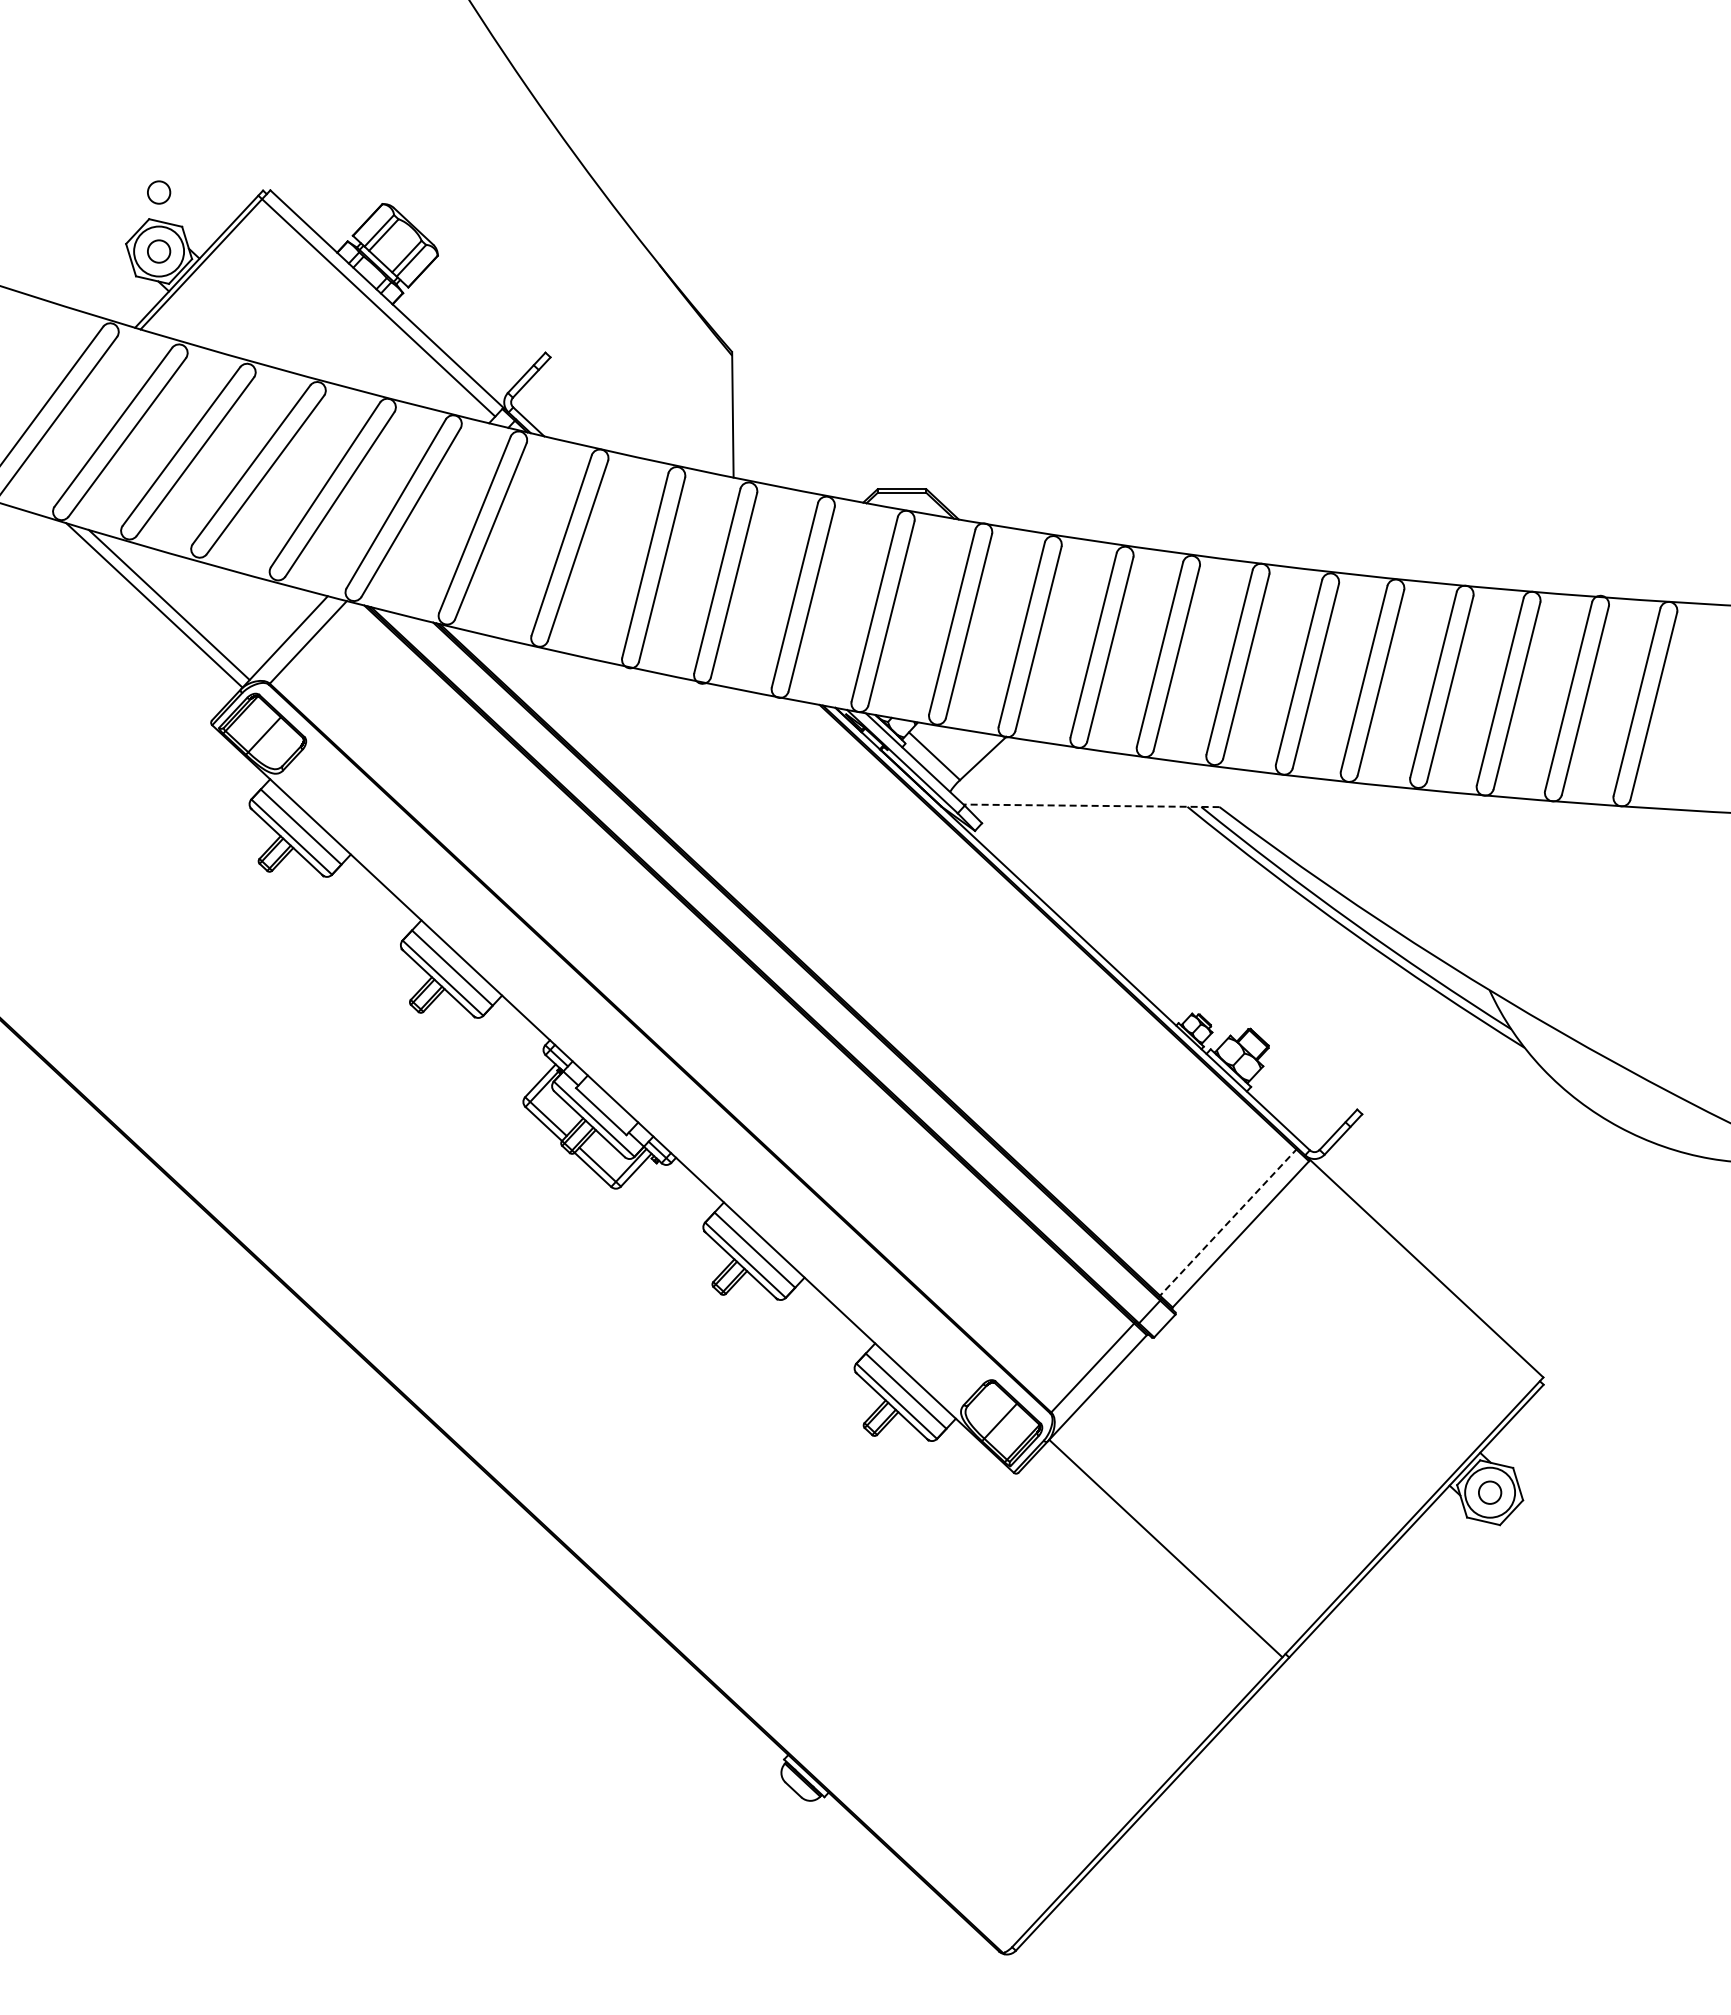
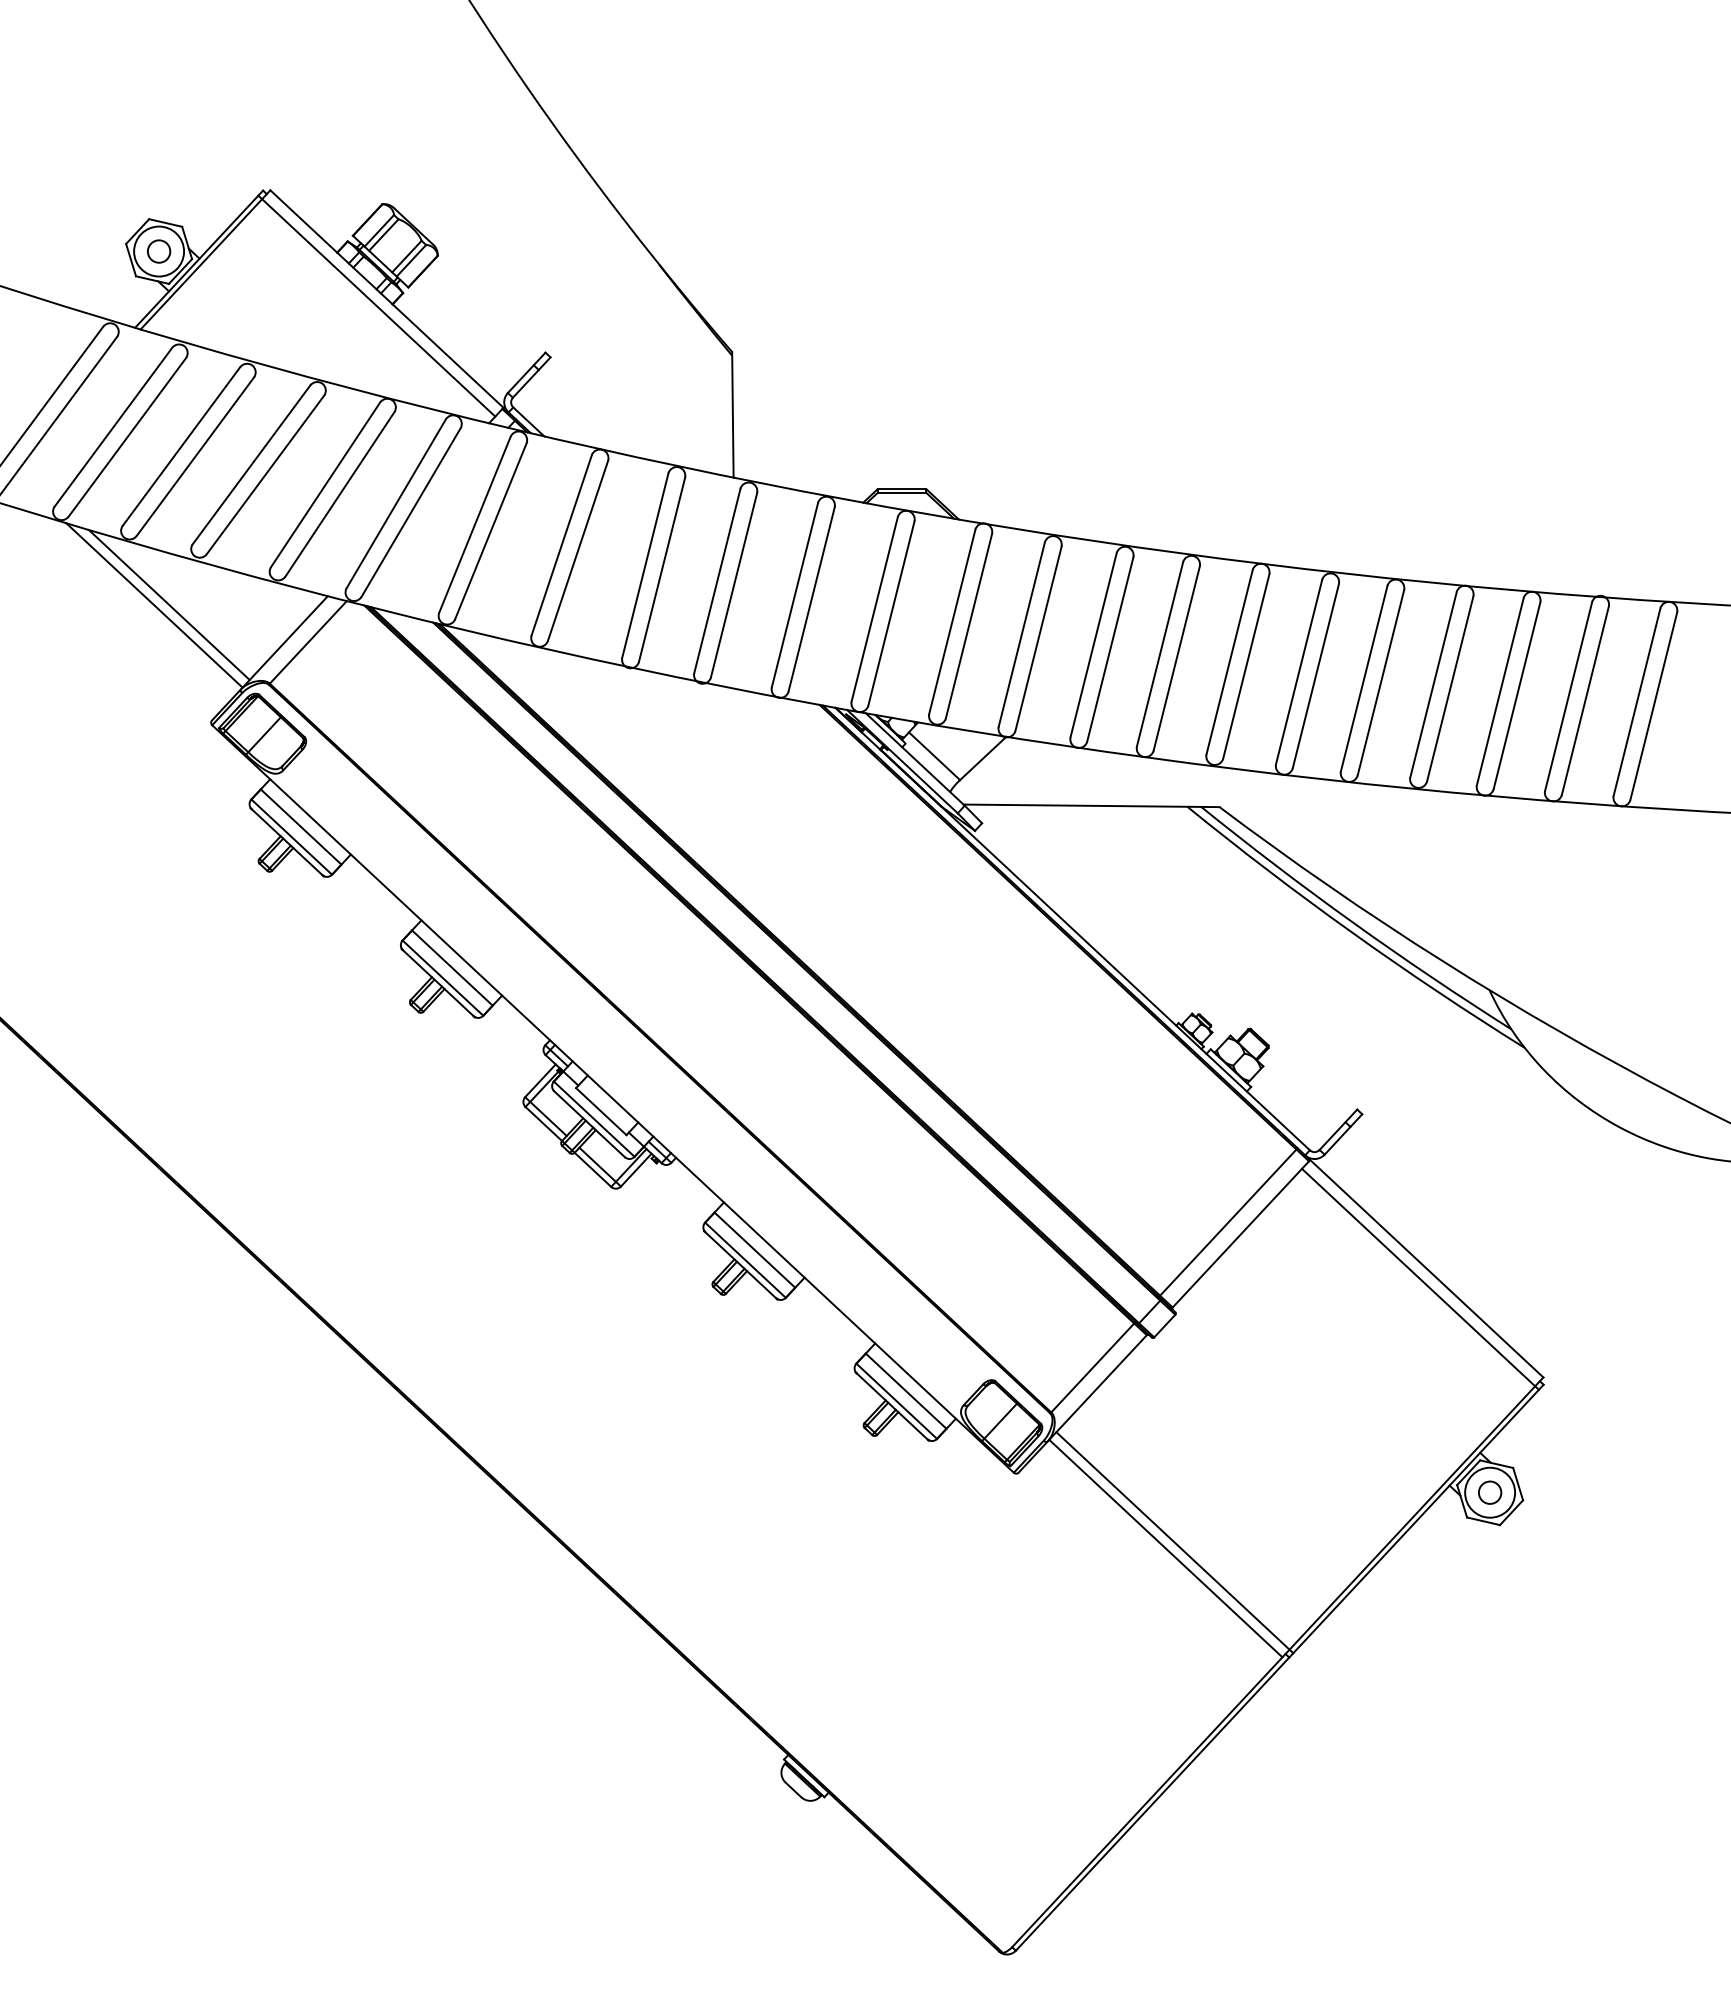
circle at (159, 192): present -> none
line at (1091, 805): dashed -> solid
line at (1228, 1222): dashed -> solid
line at (1419, 1278): none -> present
line at (1174, 1542): none -> present
